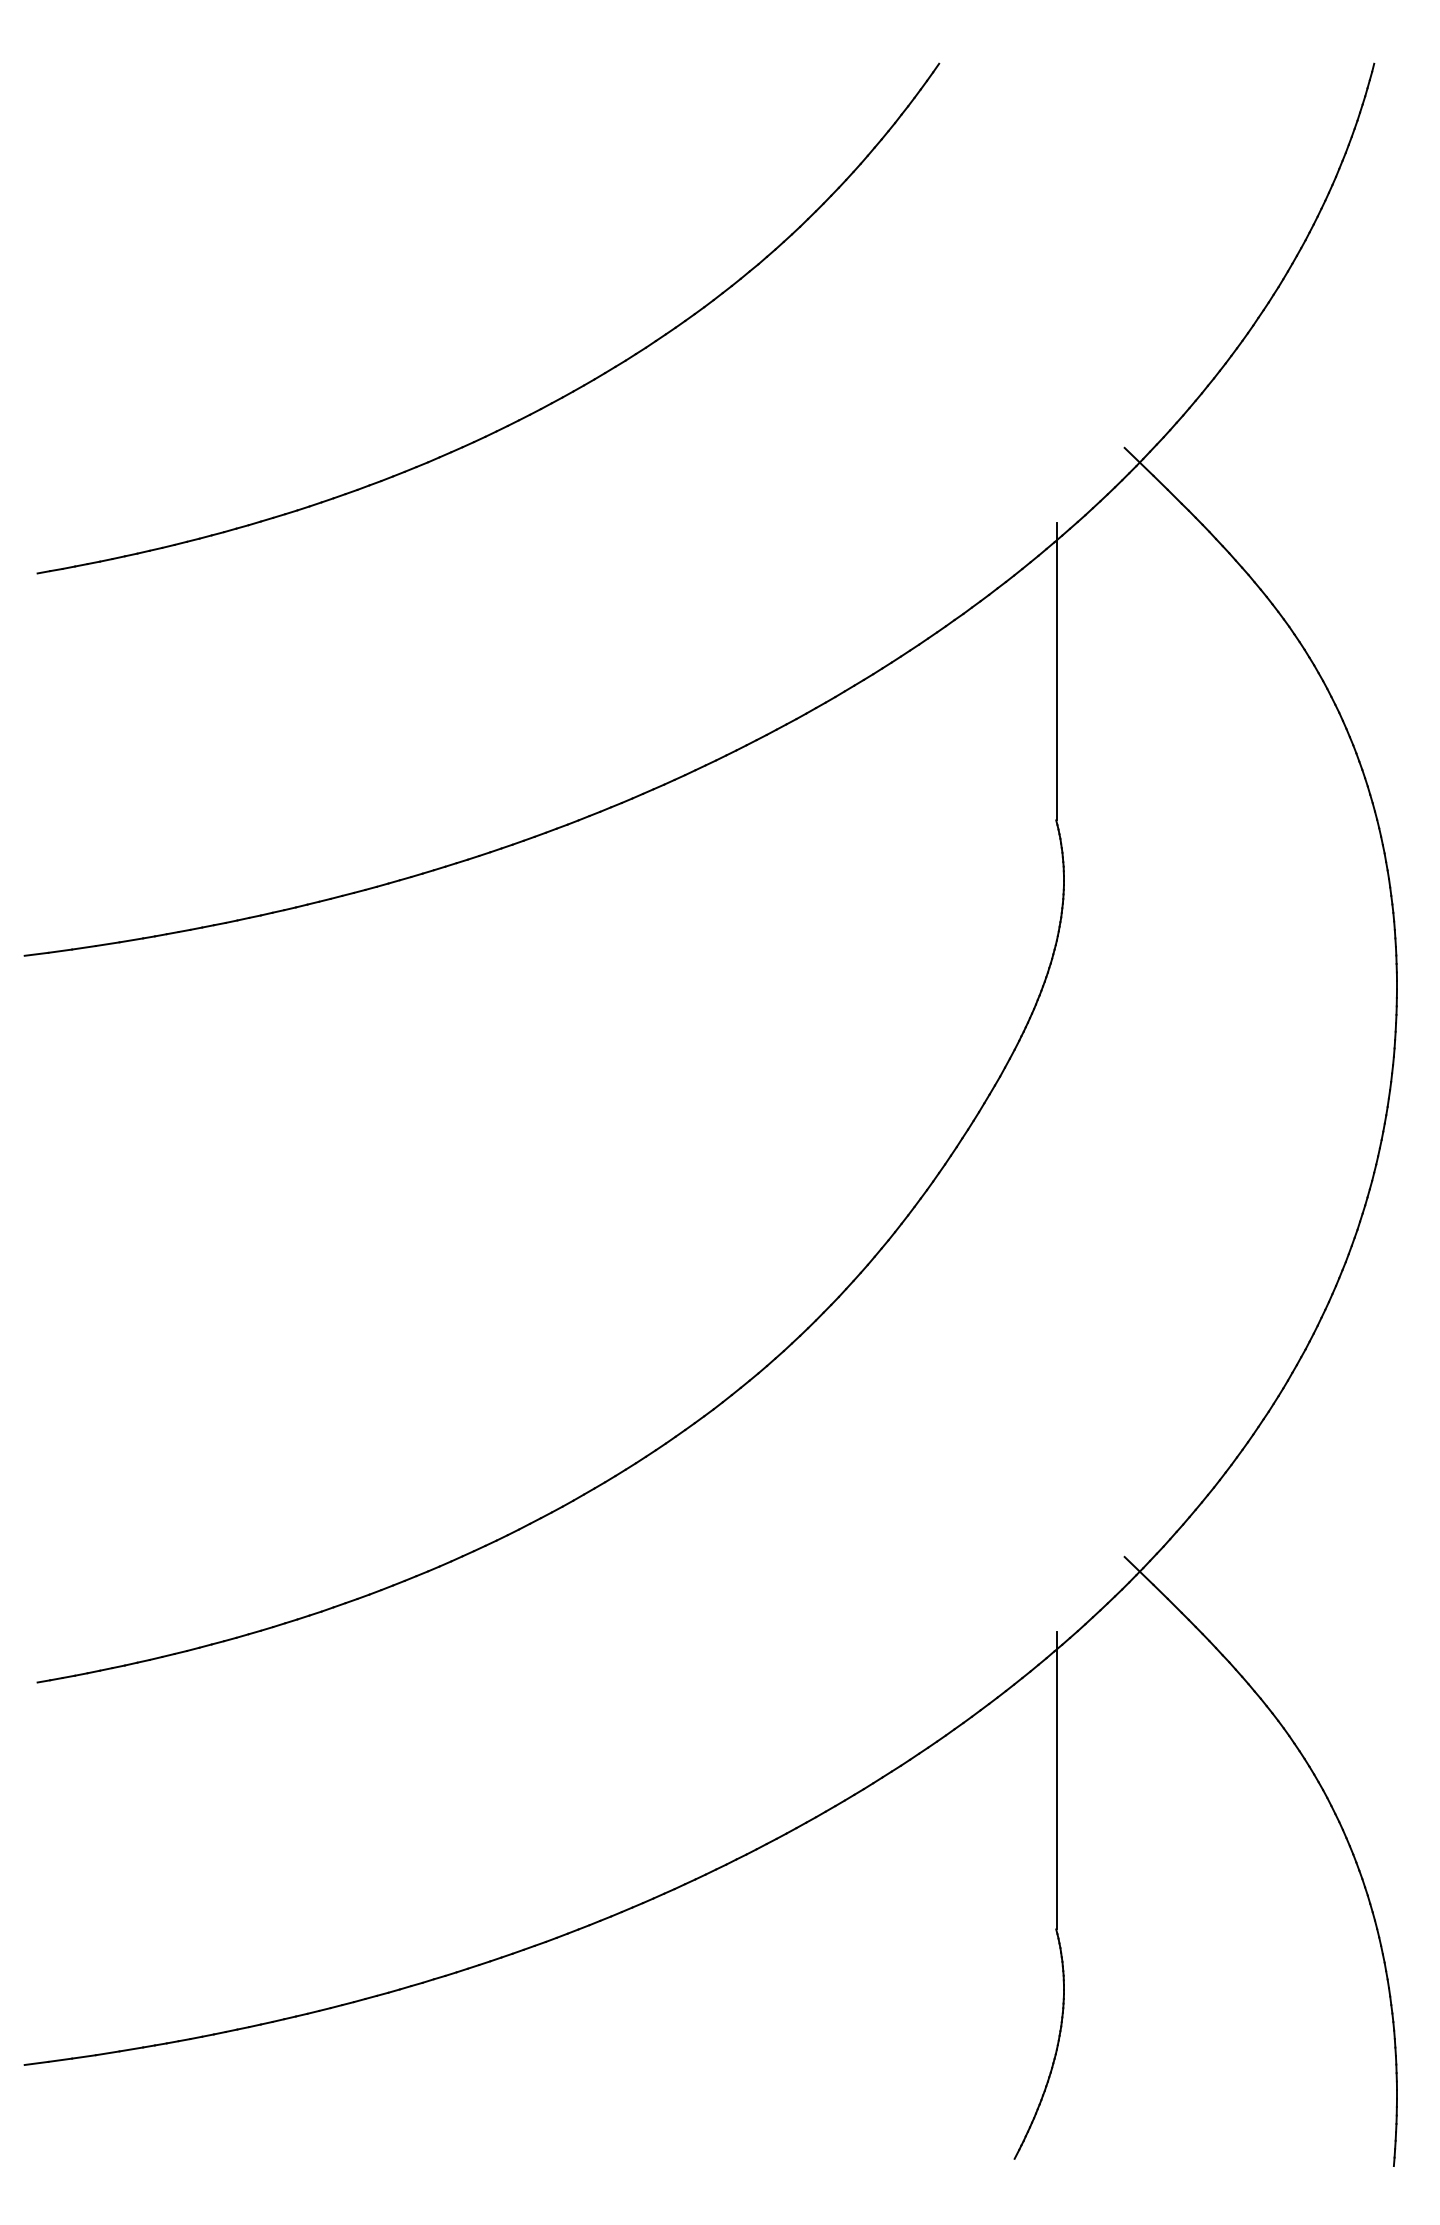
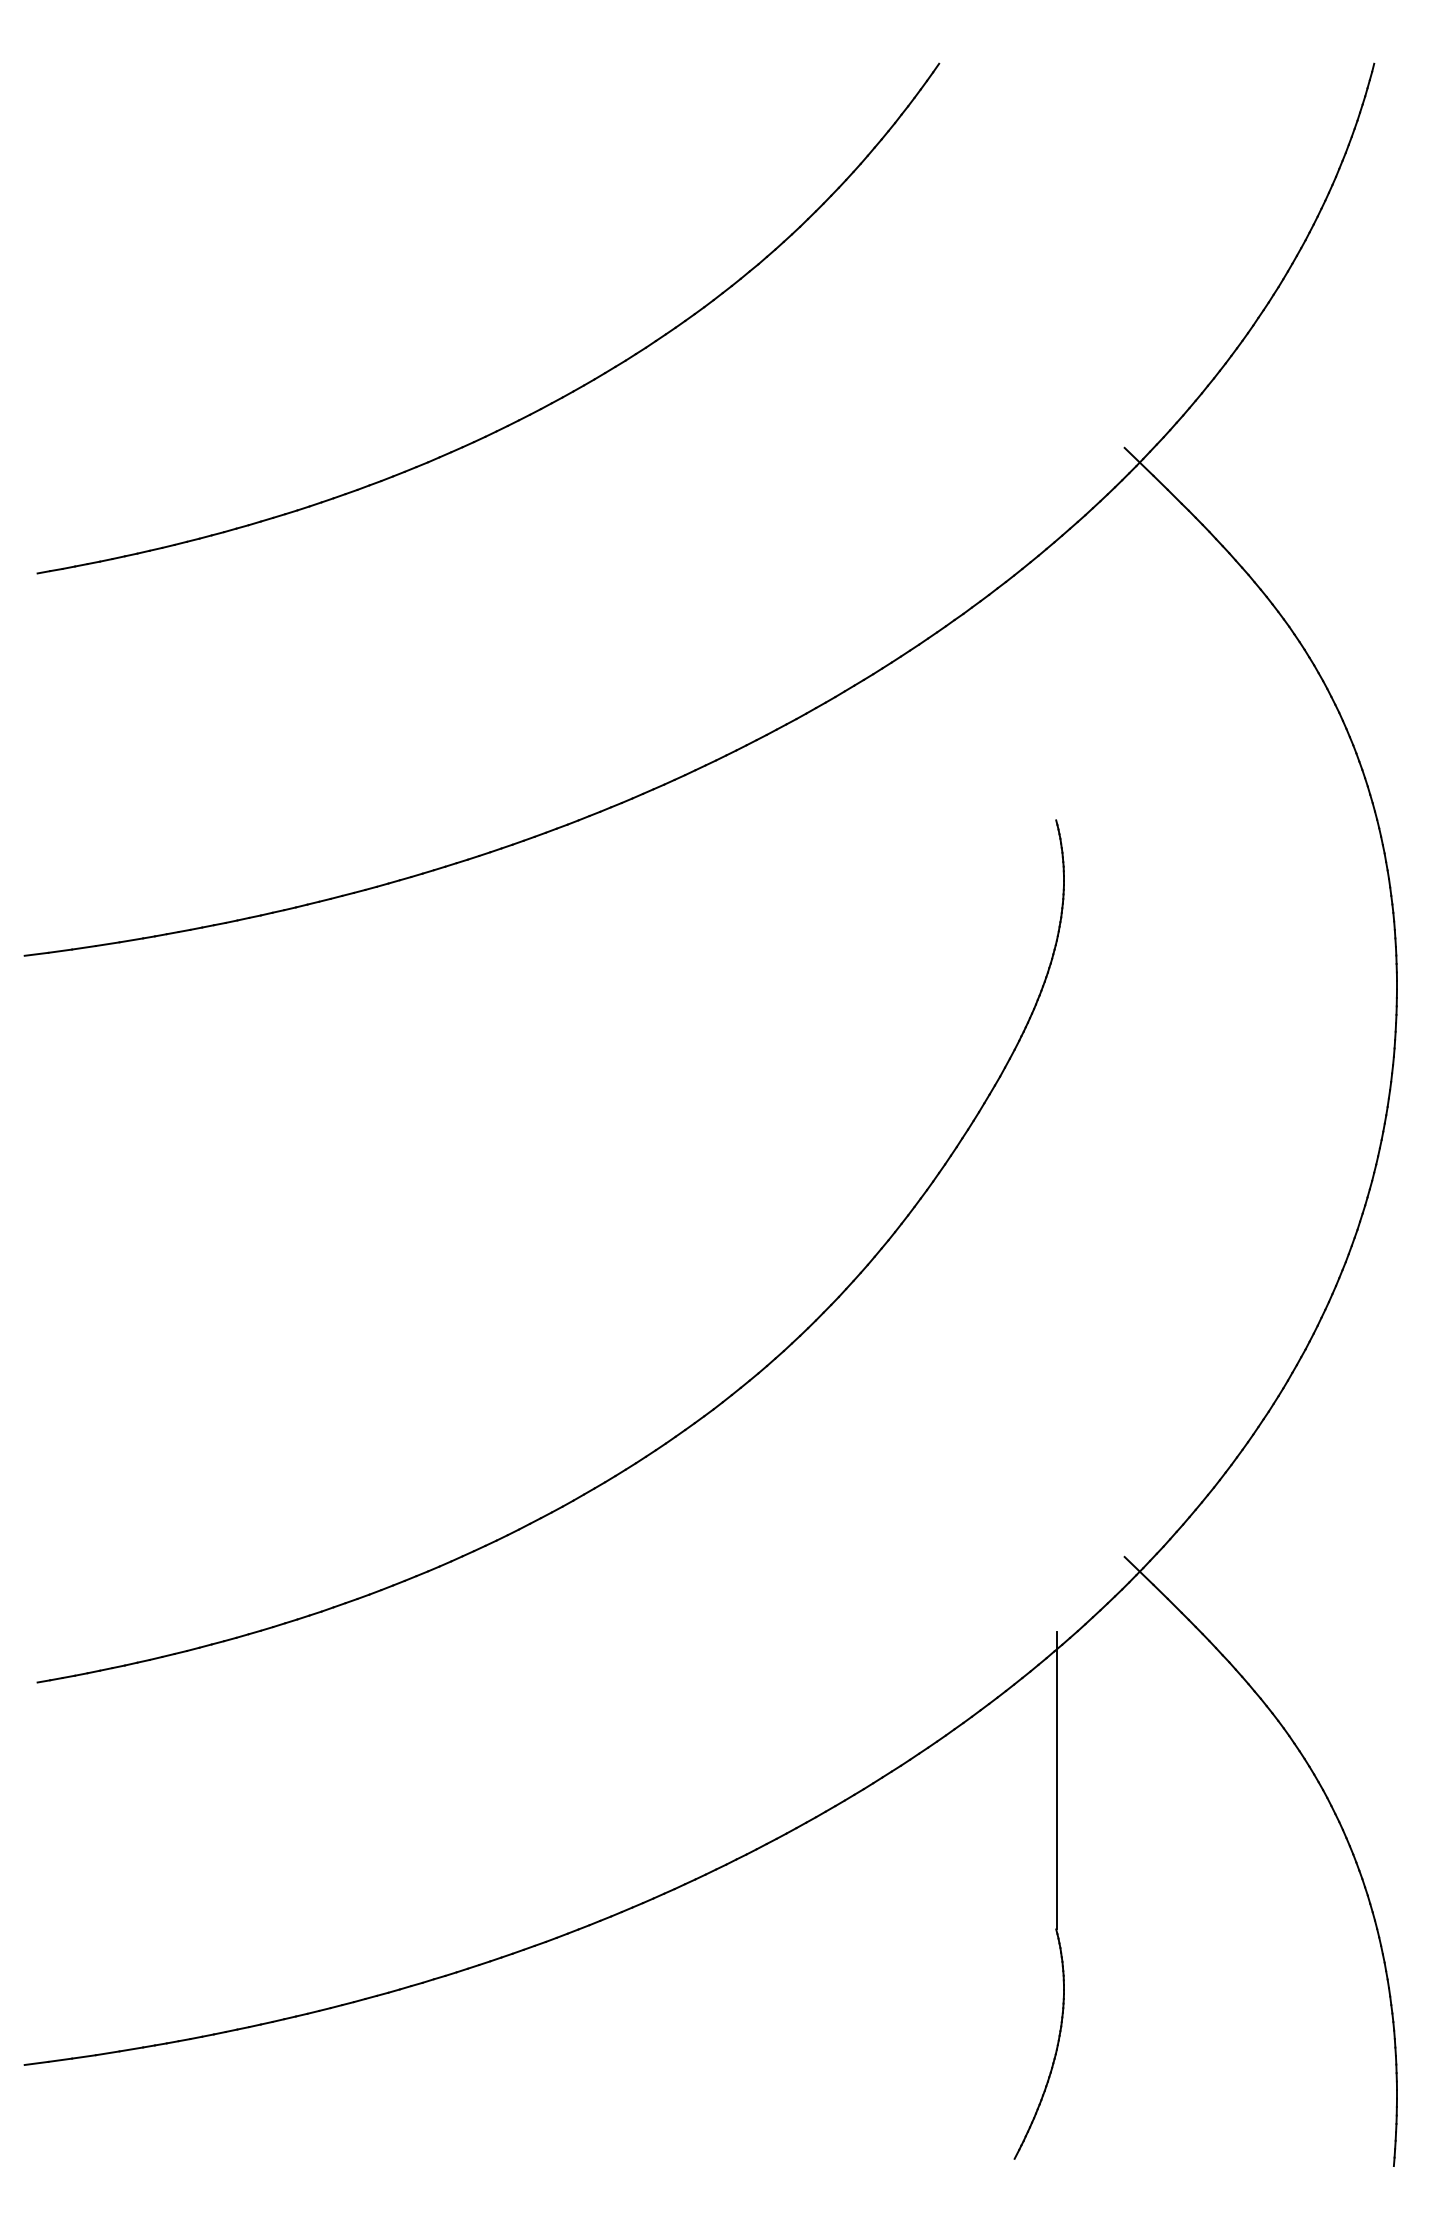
line at (1057, 671): present -> none
